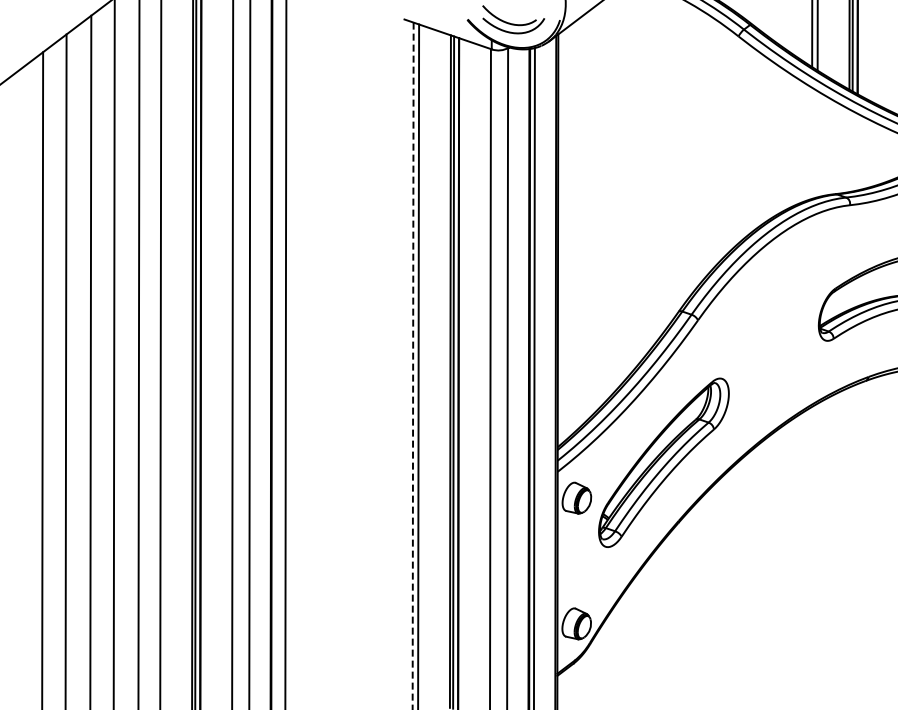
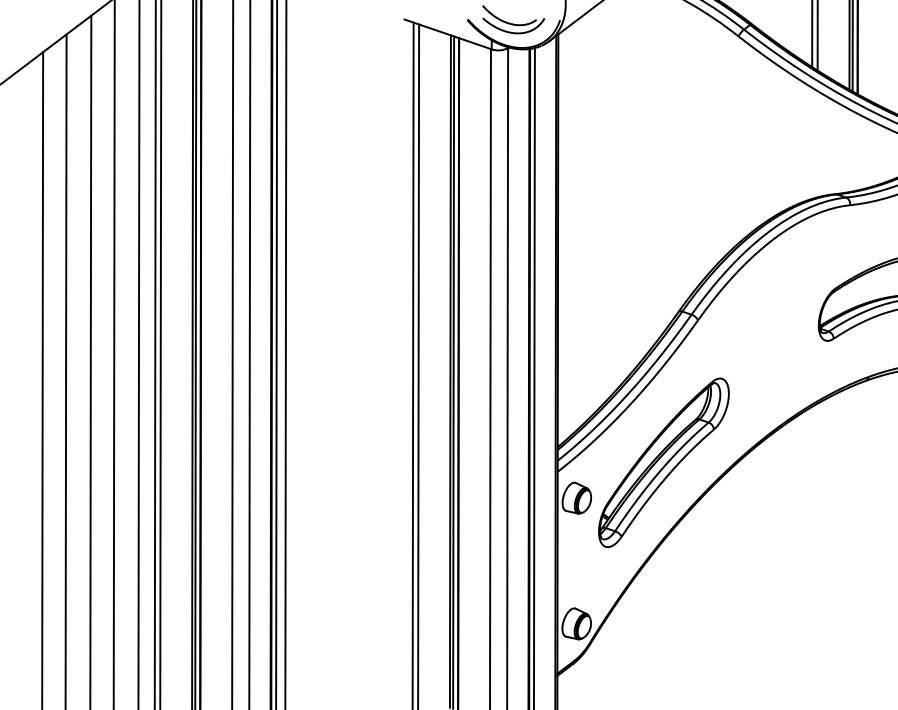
line at (154, 354): none -> present
line at (276, 354): none -> present
line at (413, 366): dashed -> solid
